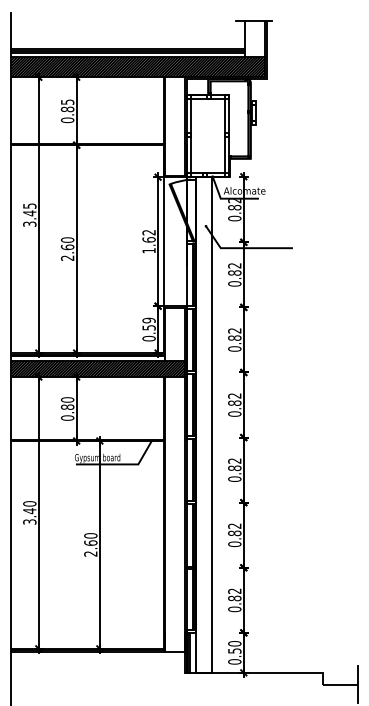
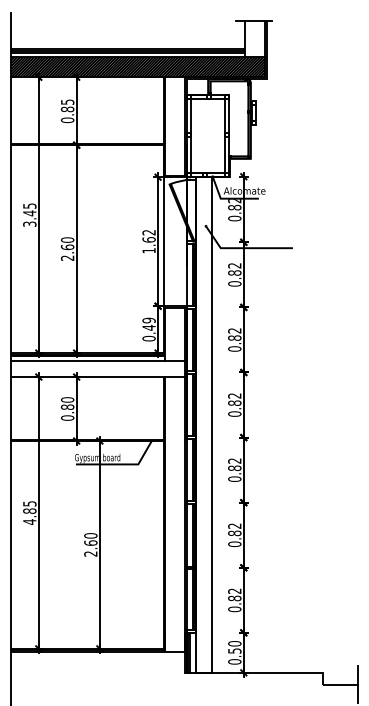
text at (148, 327): 0.59 -> 0.49
hatch at (98, 369): present -> none
text at (29, 512): 3.40 -> 4.85
